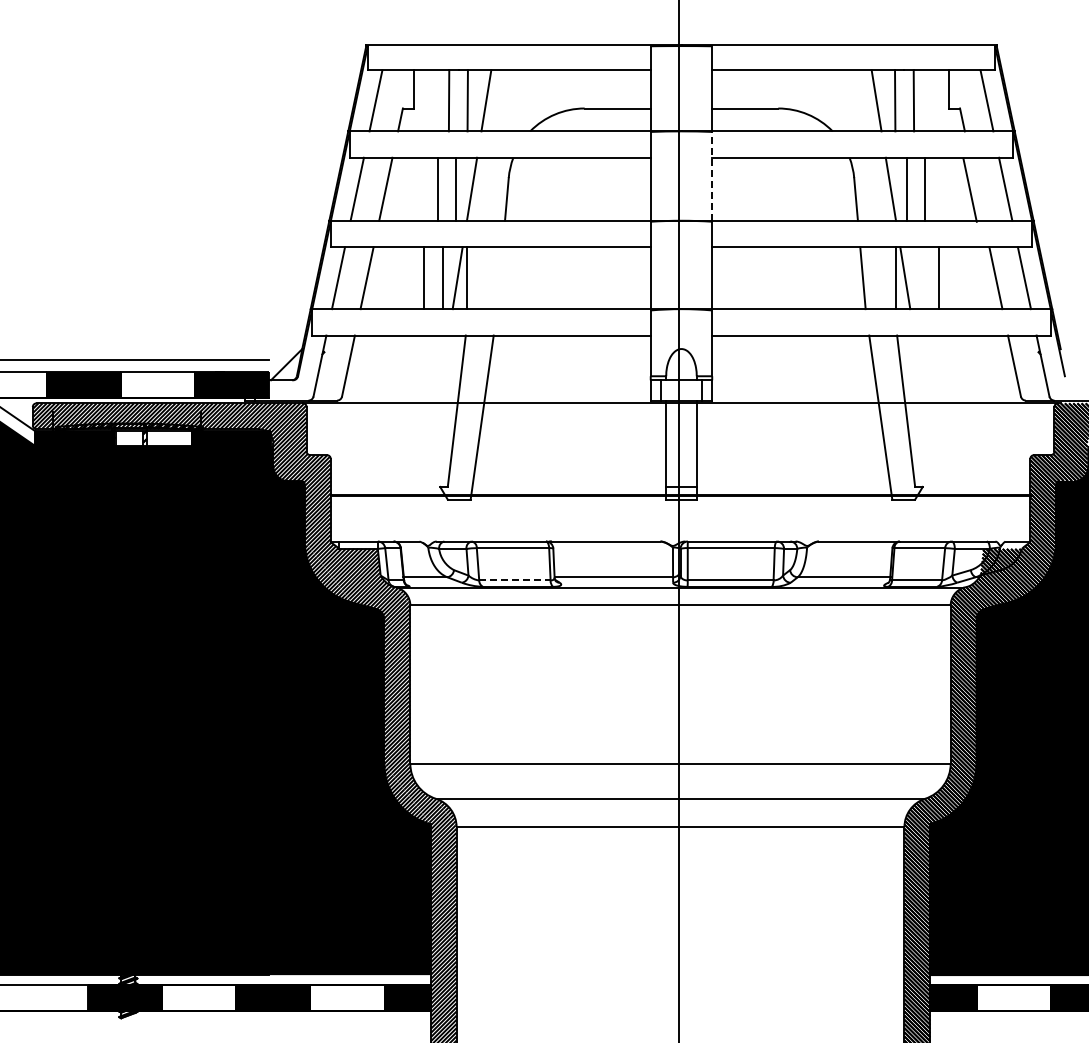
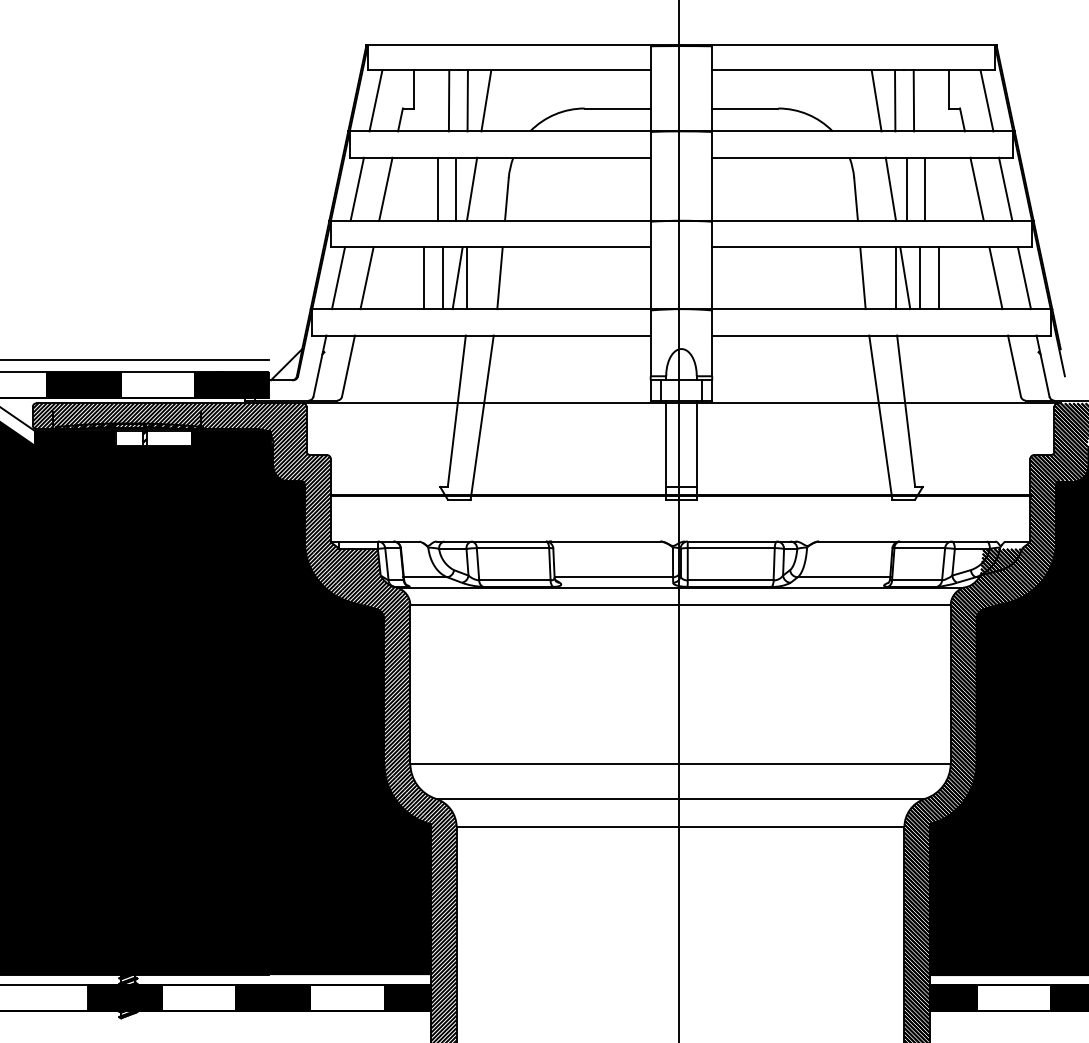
line at (712, 175): dashed -> solid
line at (969, 189) position: (969, 189) -> (976, 188)
line at (499, 278): none -> present
line at (919, 278): none -> present
line at (514, 580): dashed -> solid
